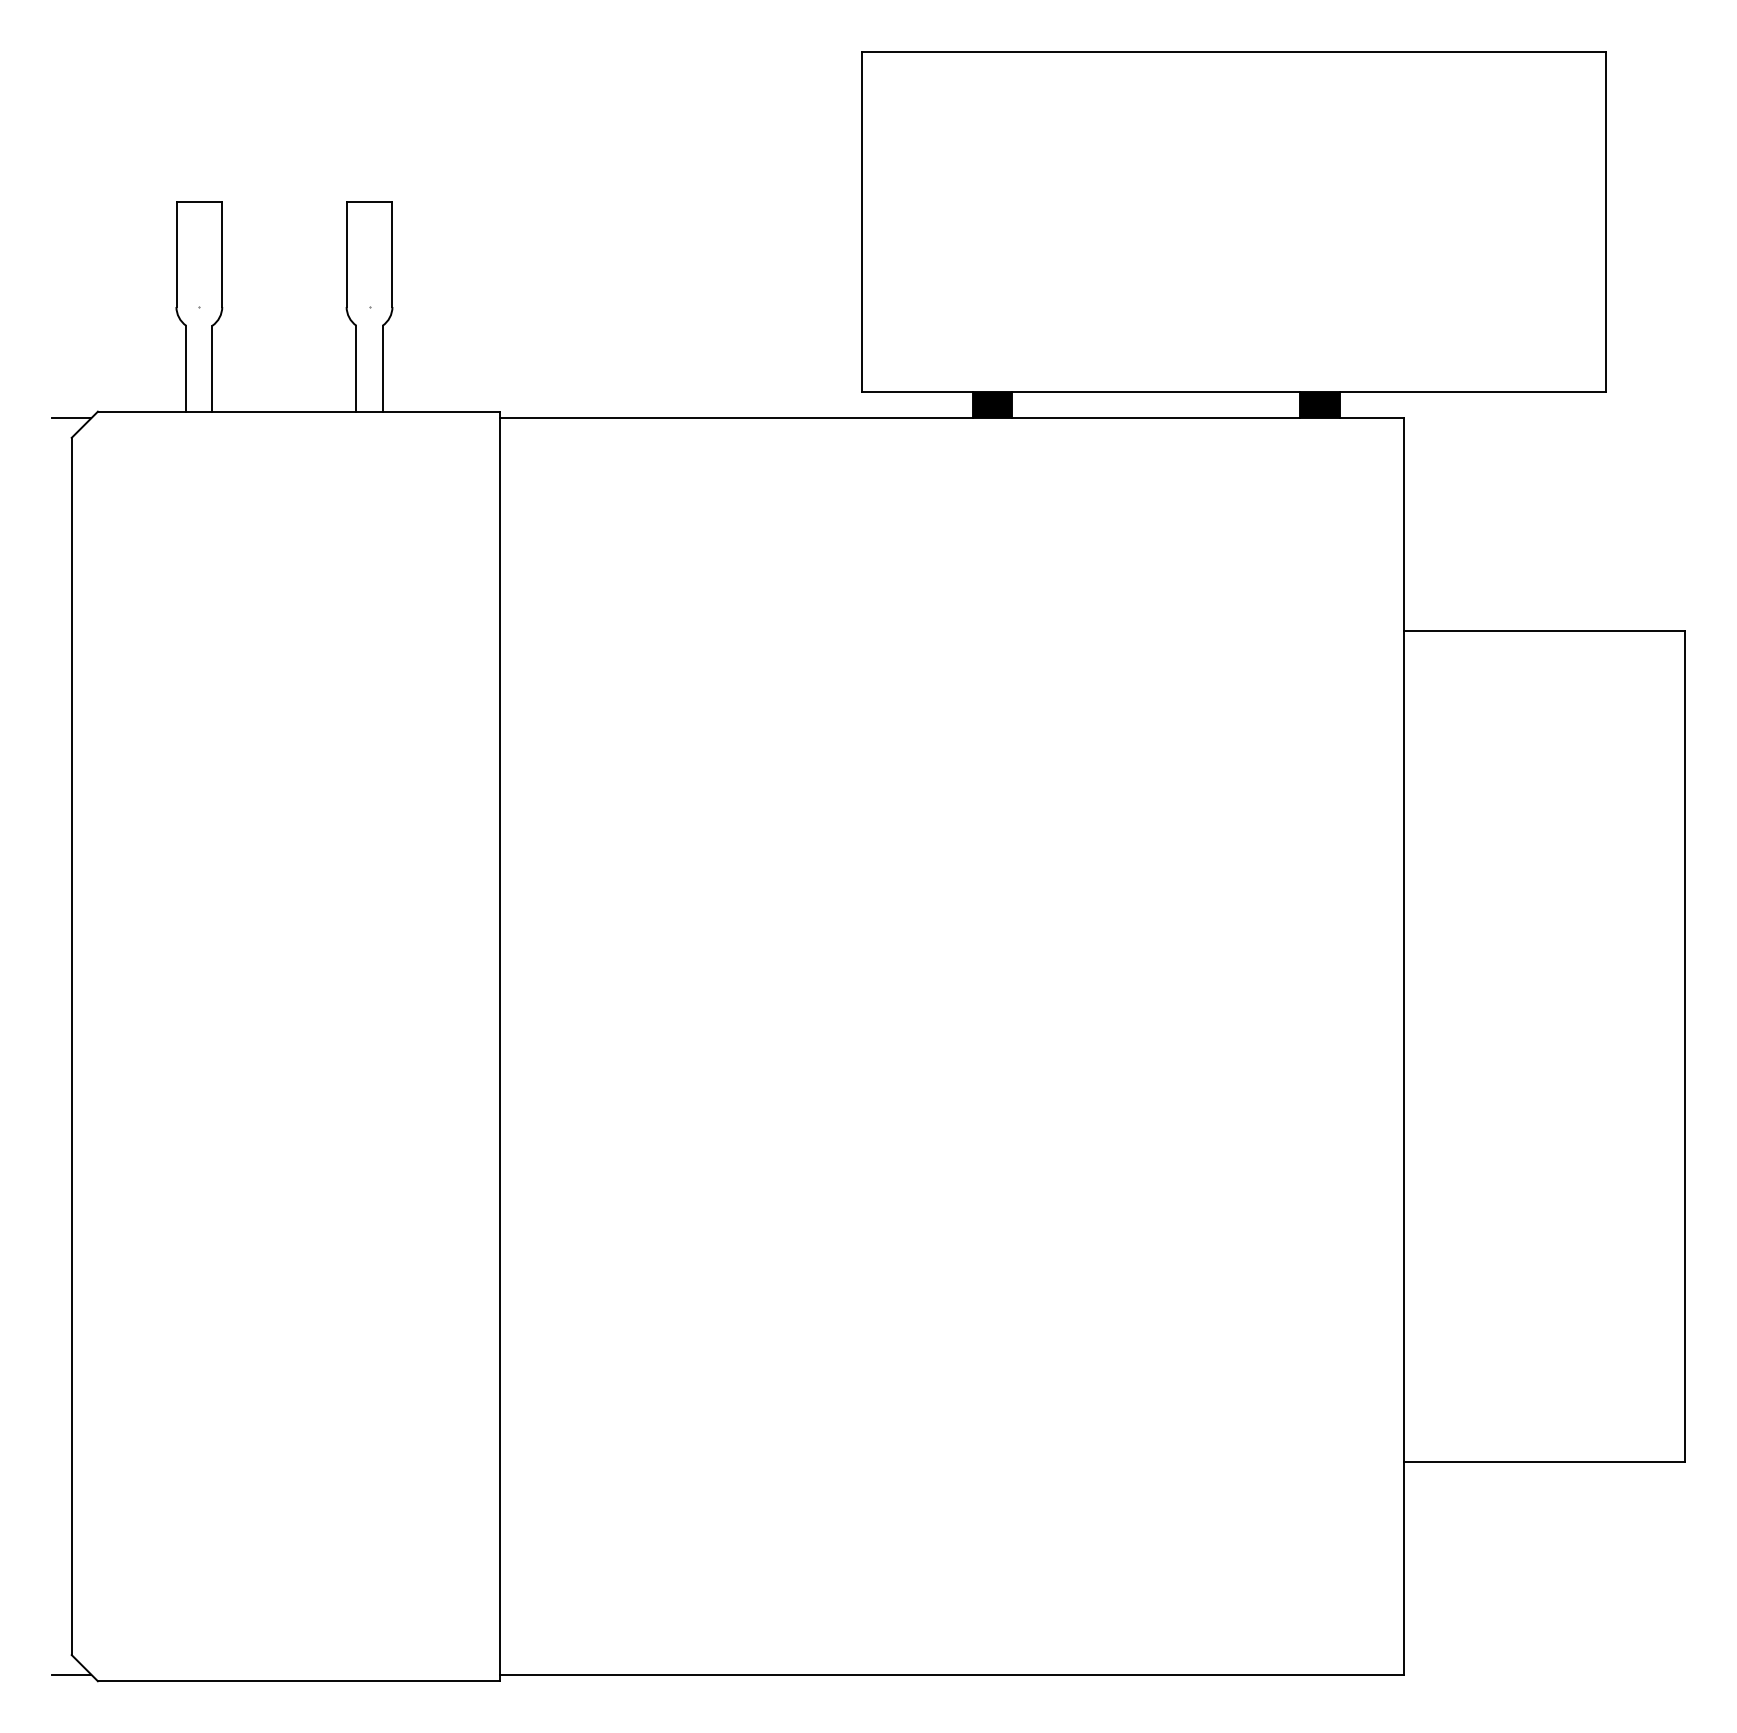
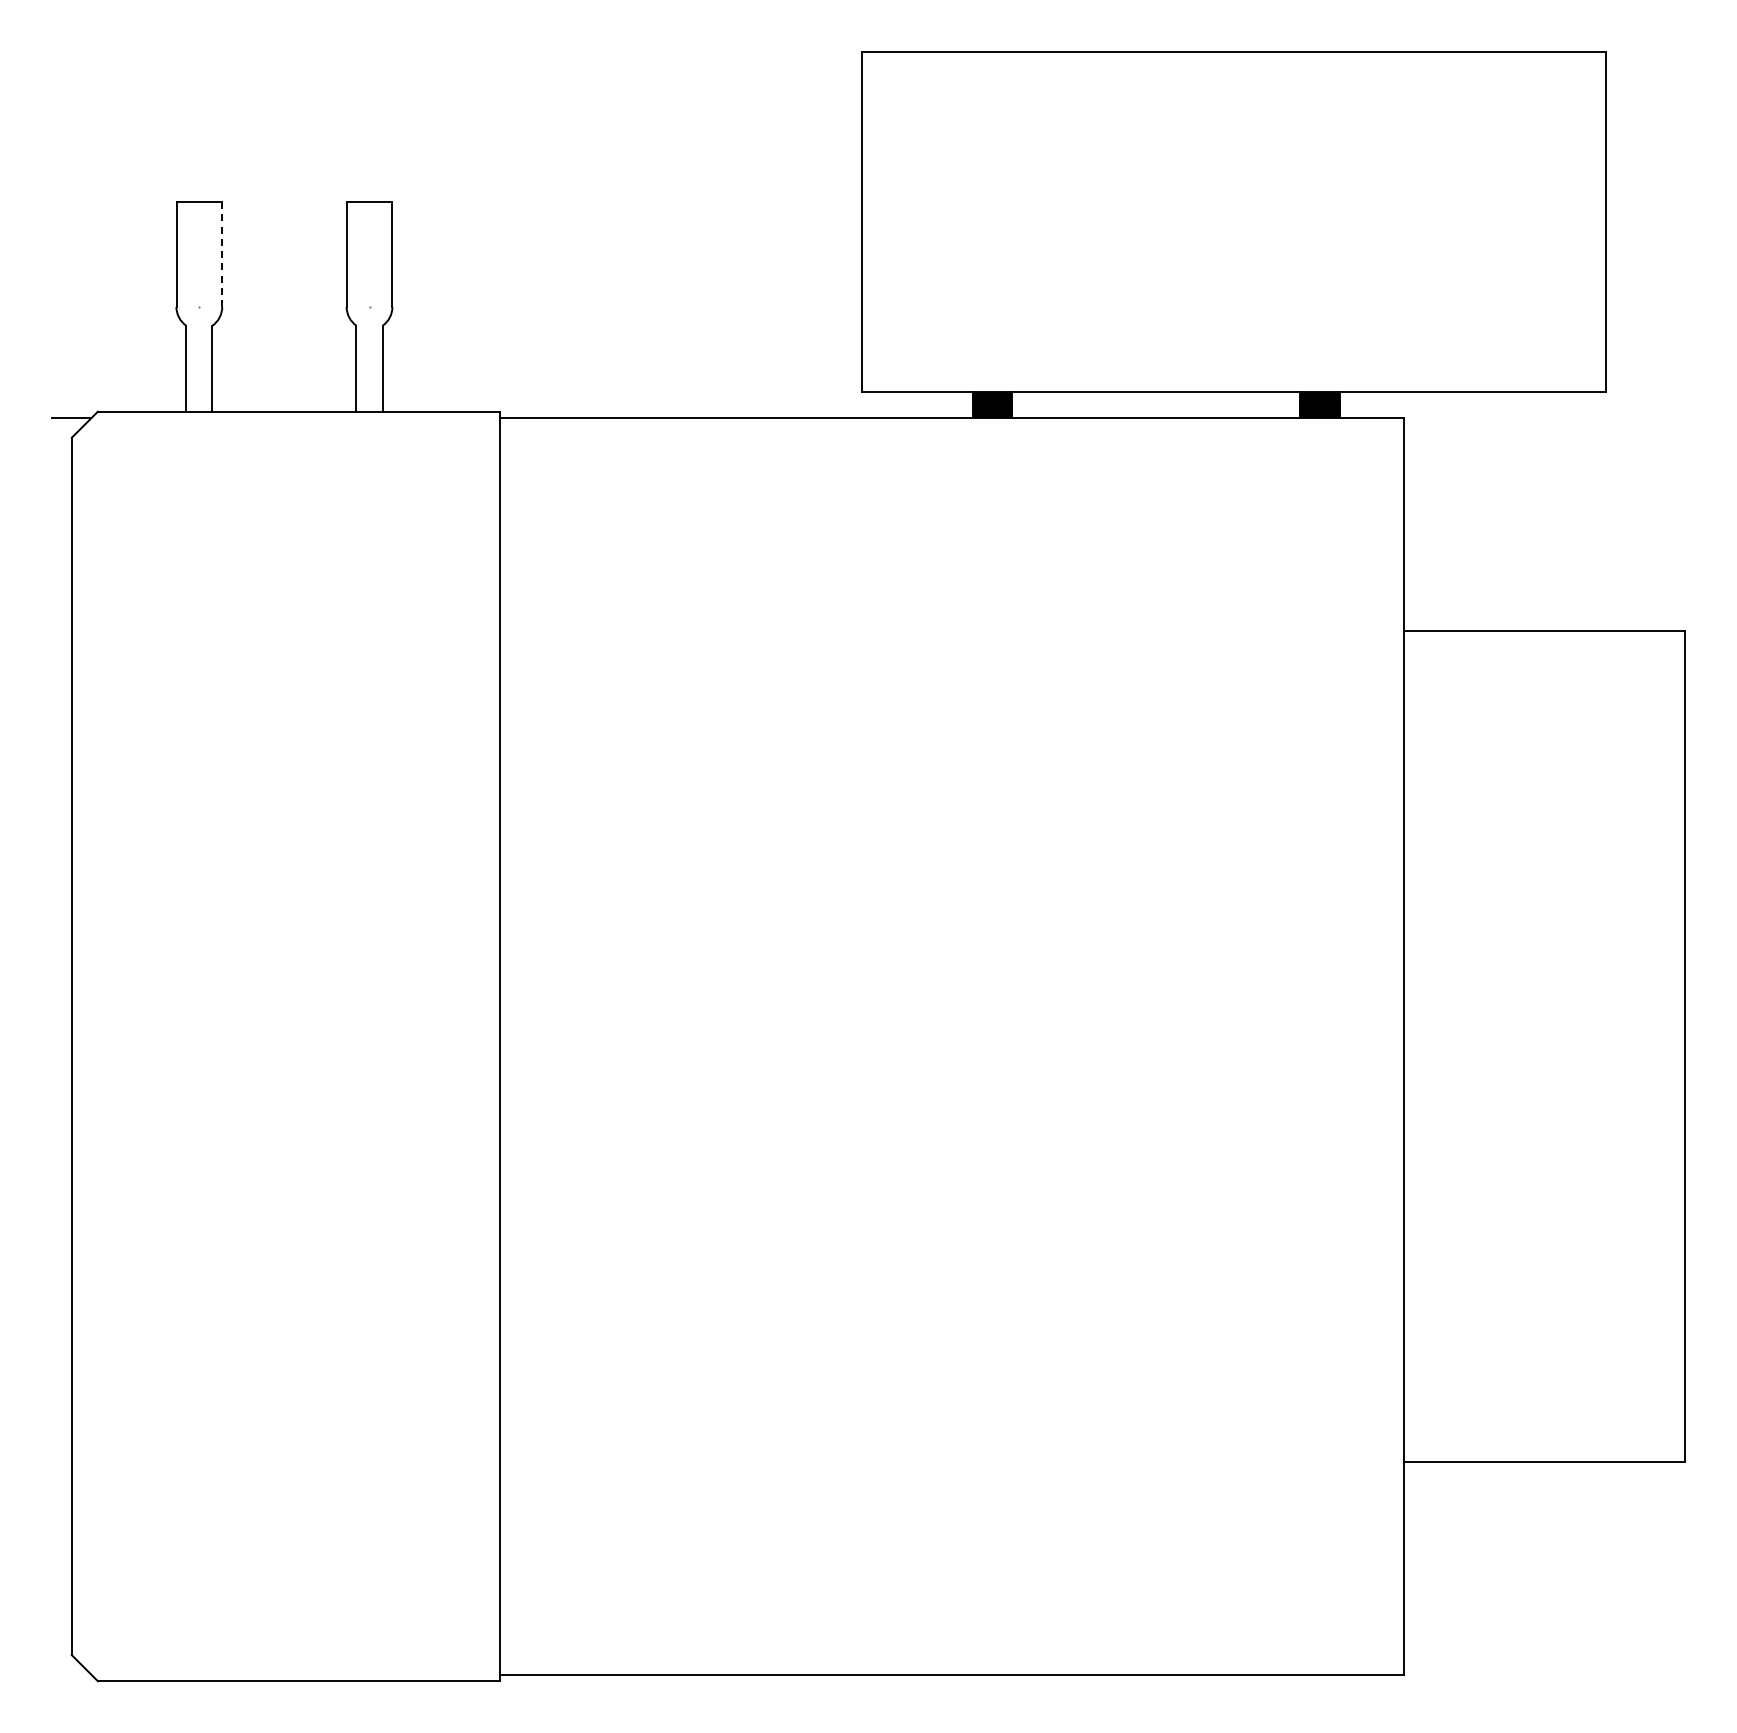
line at (222, 254): solid -> dashed
line at (71, 1674): present -> none
